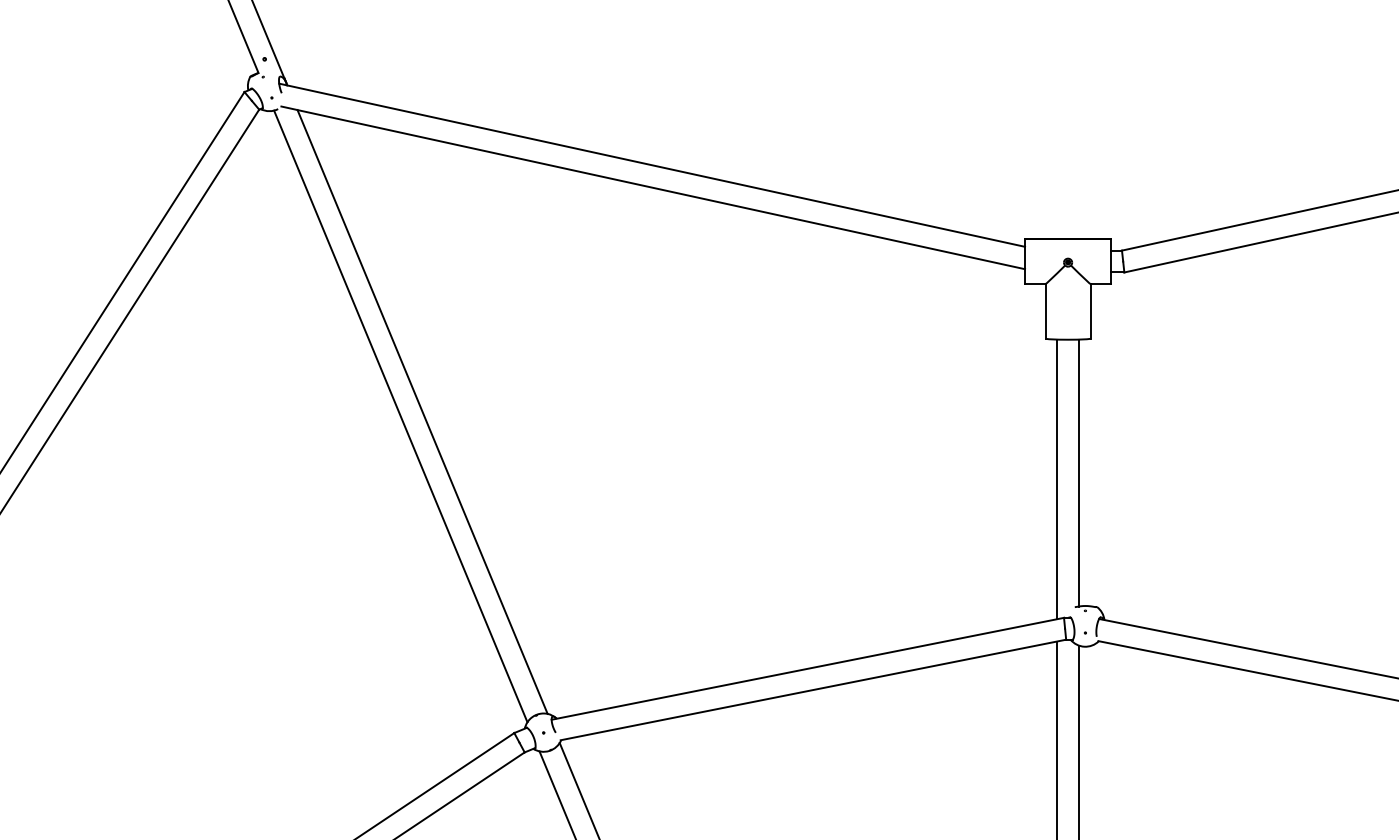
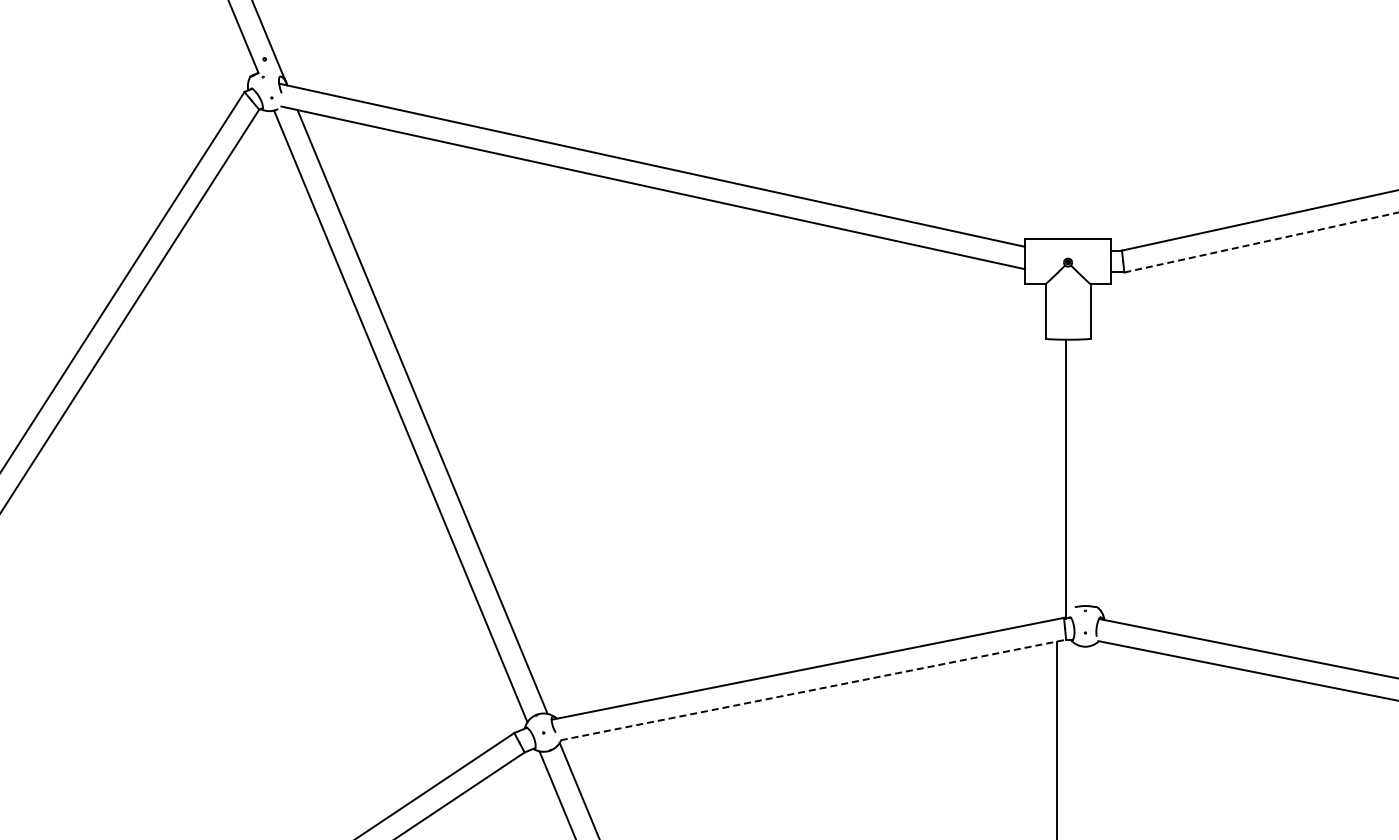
line at (1261, 242): solid -> dashed
line at (1079, 472): present -> none
line at (1057, 479) position: (1057, 479) -> (1066, 479)
line at (813, 689): solid -> dashed
line at (1079, 740): present -> none
